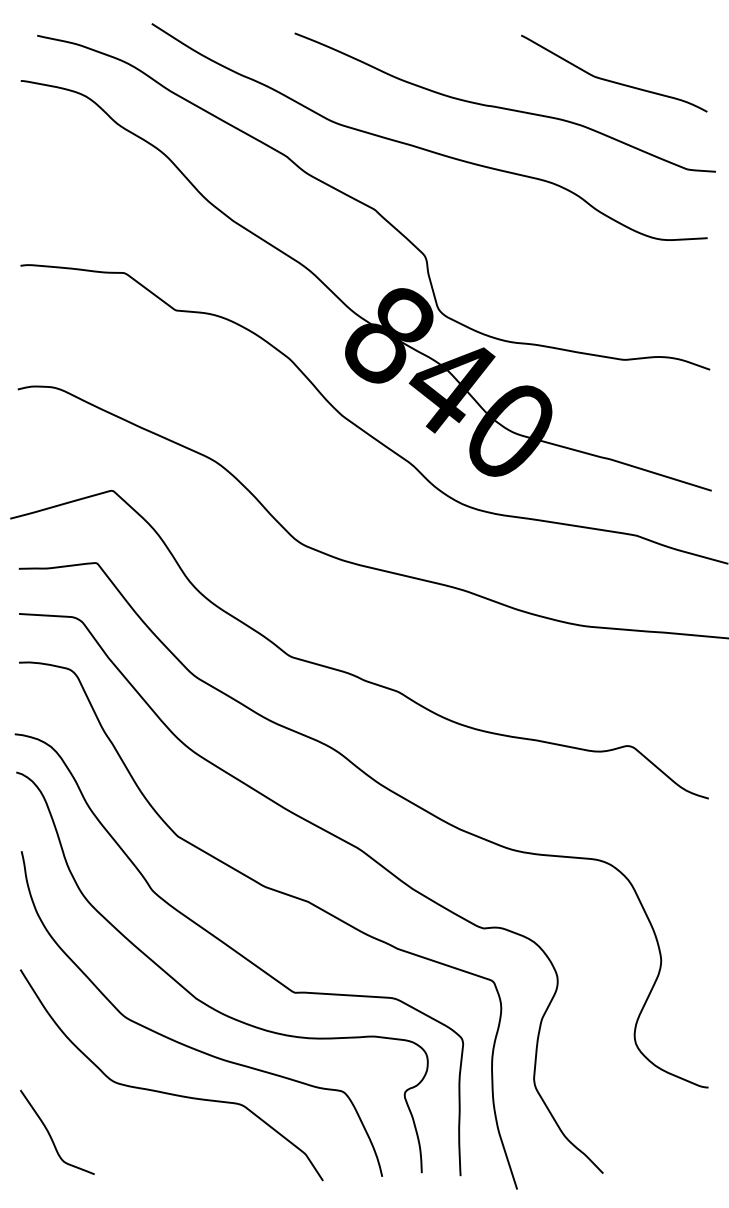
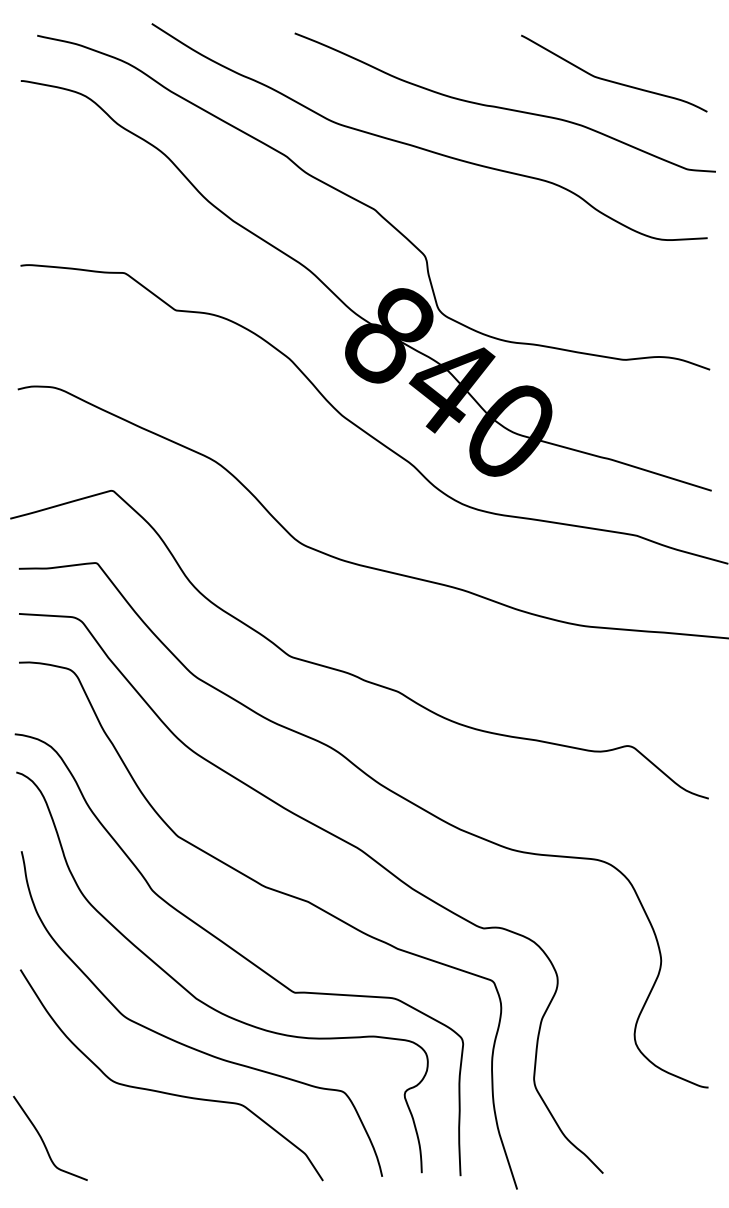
curve at (50, 1134) position: (50, 1134) -> (43, 1140)
